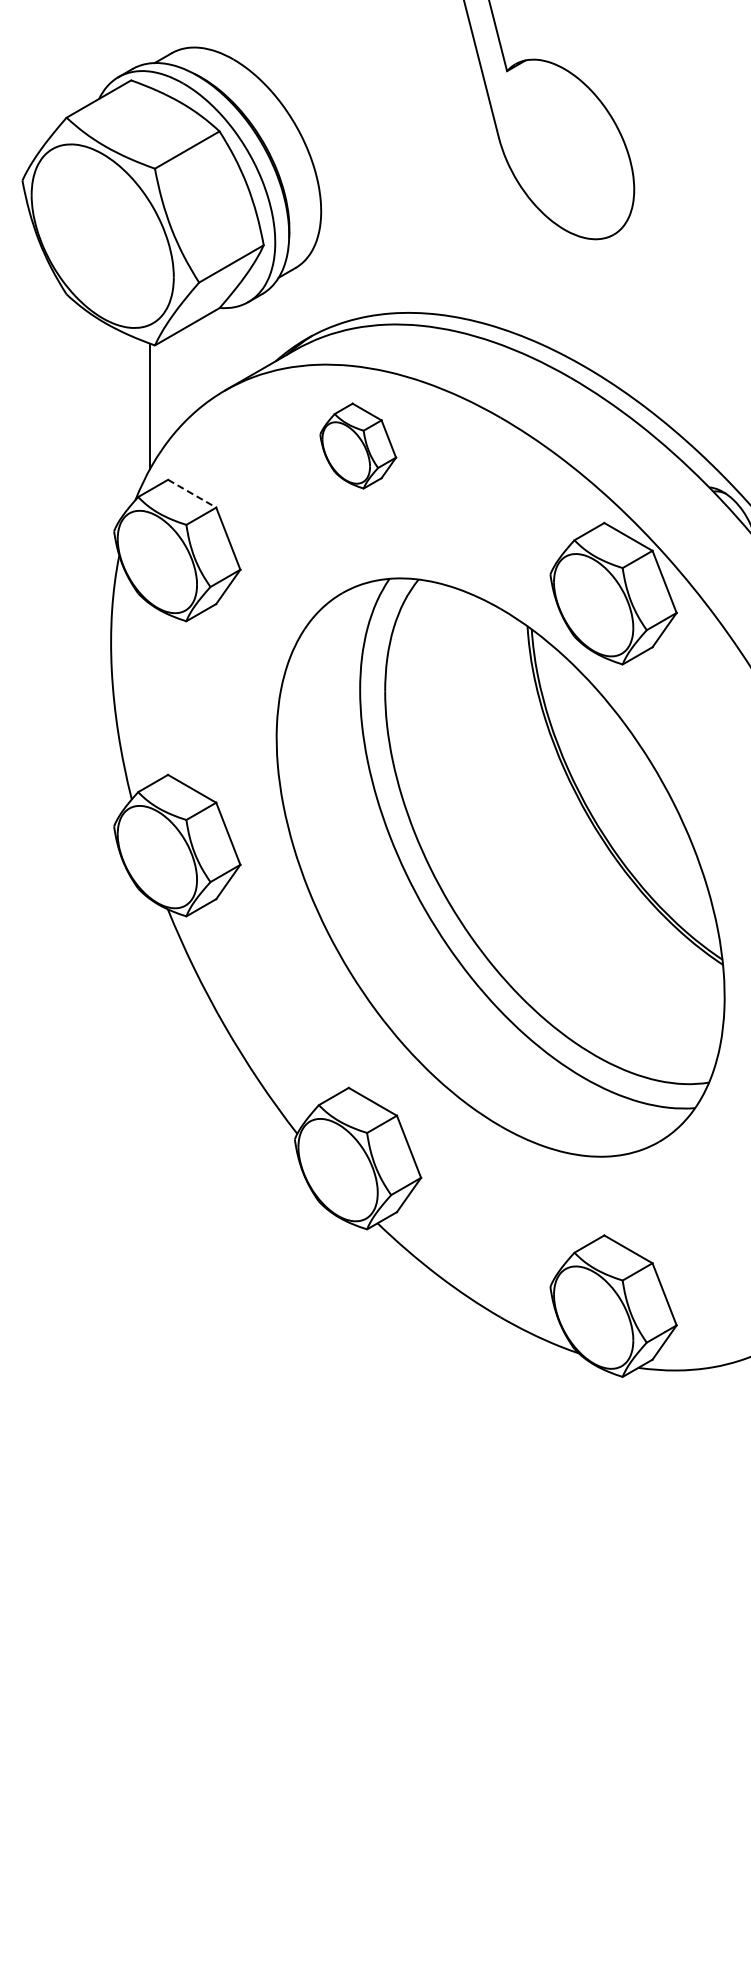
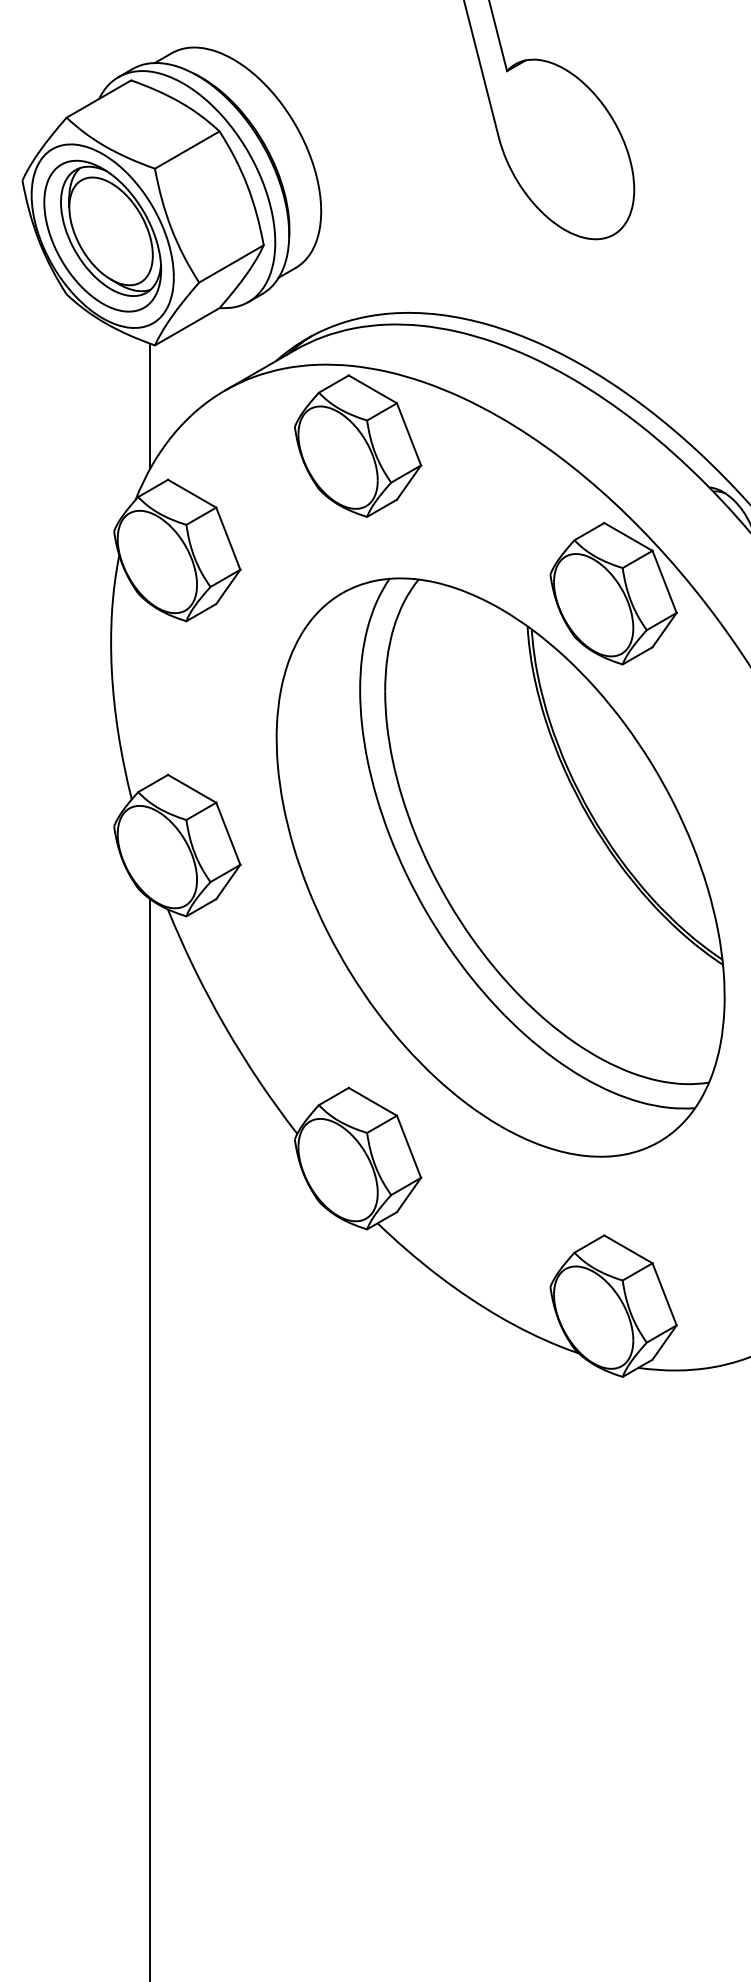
part at (102, 235): none -> present
part at (358, 445) size: 79x88 px -> 129x144 px
line at (192, 493): dashed -> solid
line at (150, 1438): none -> present
